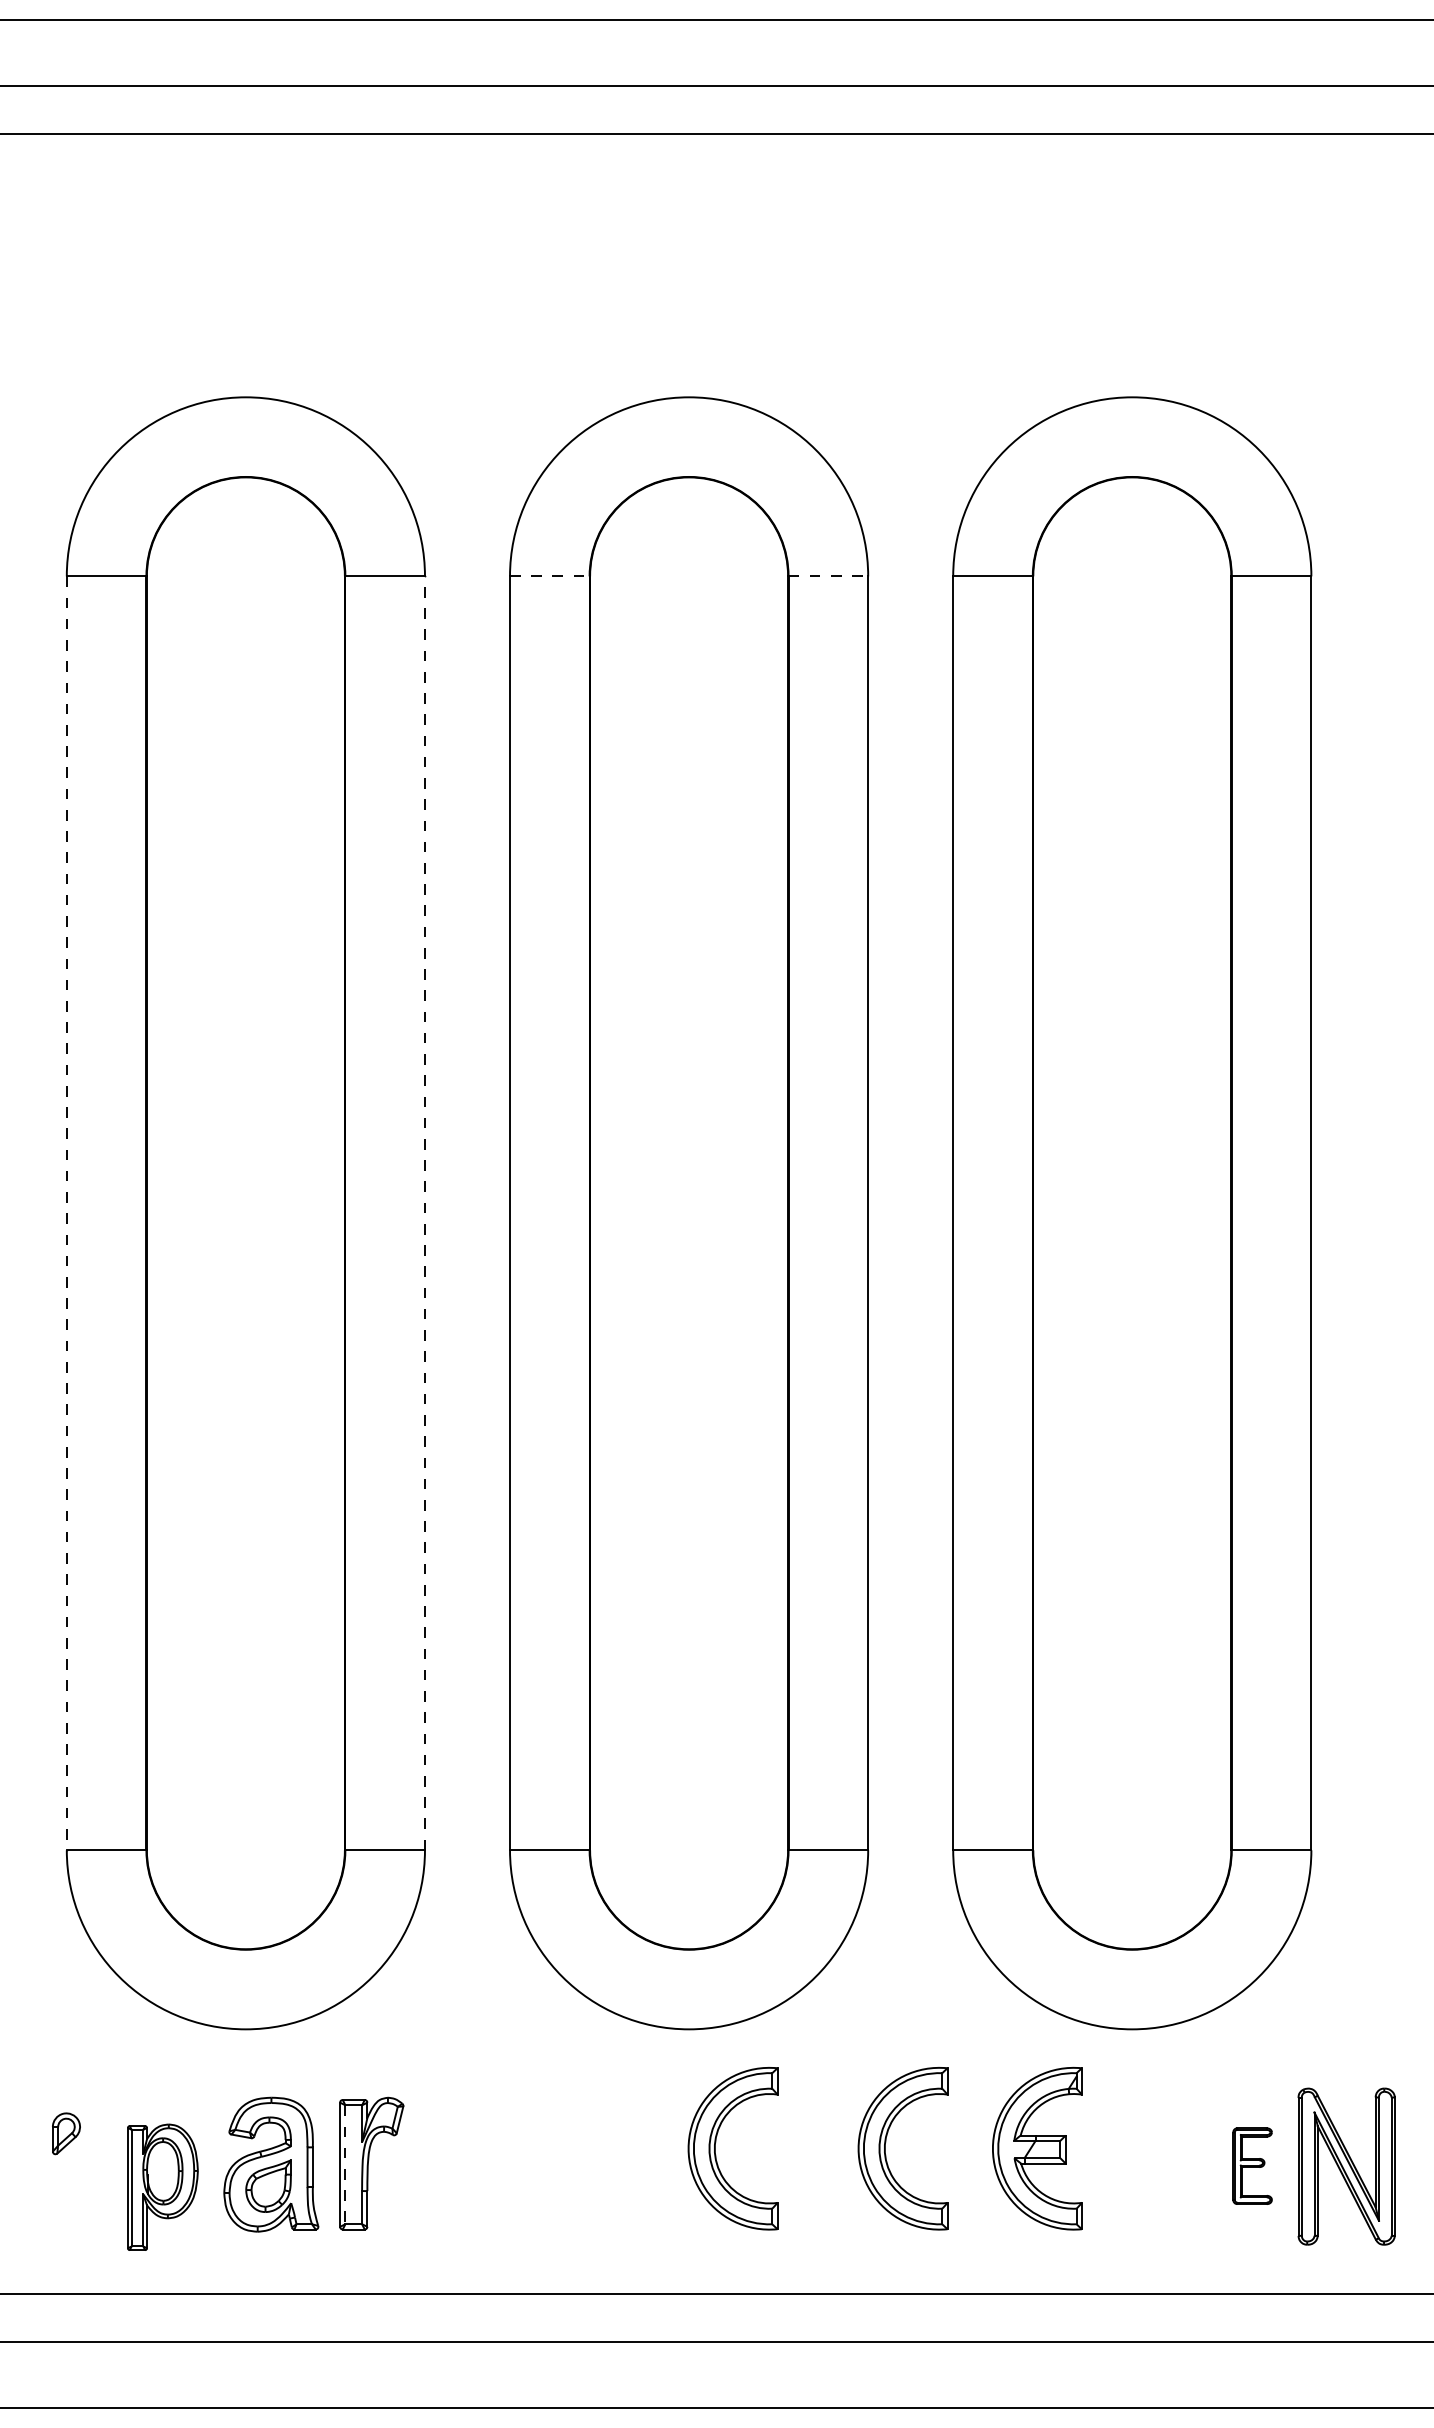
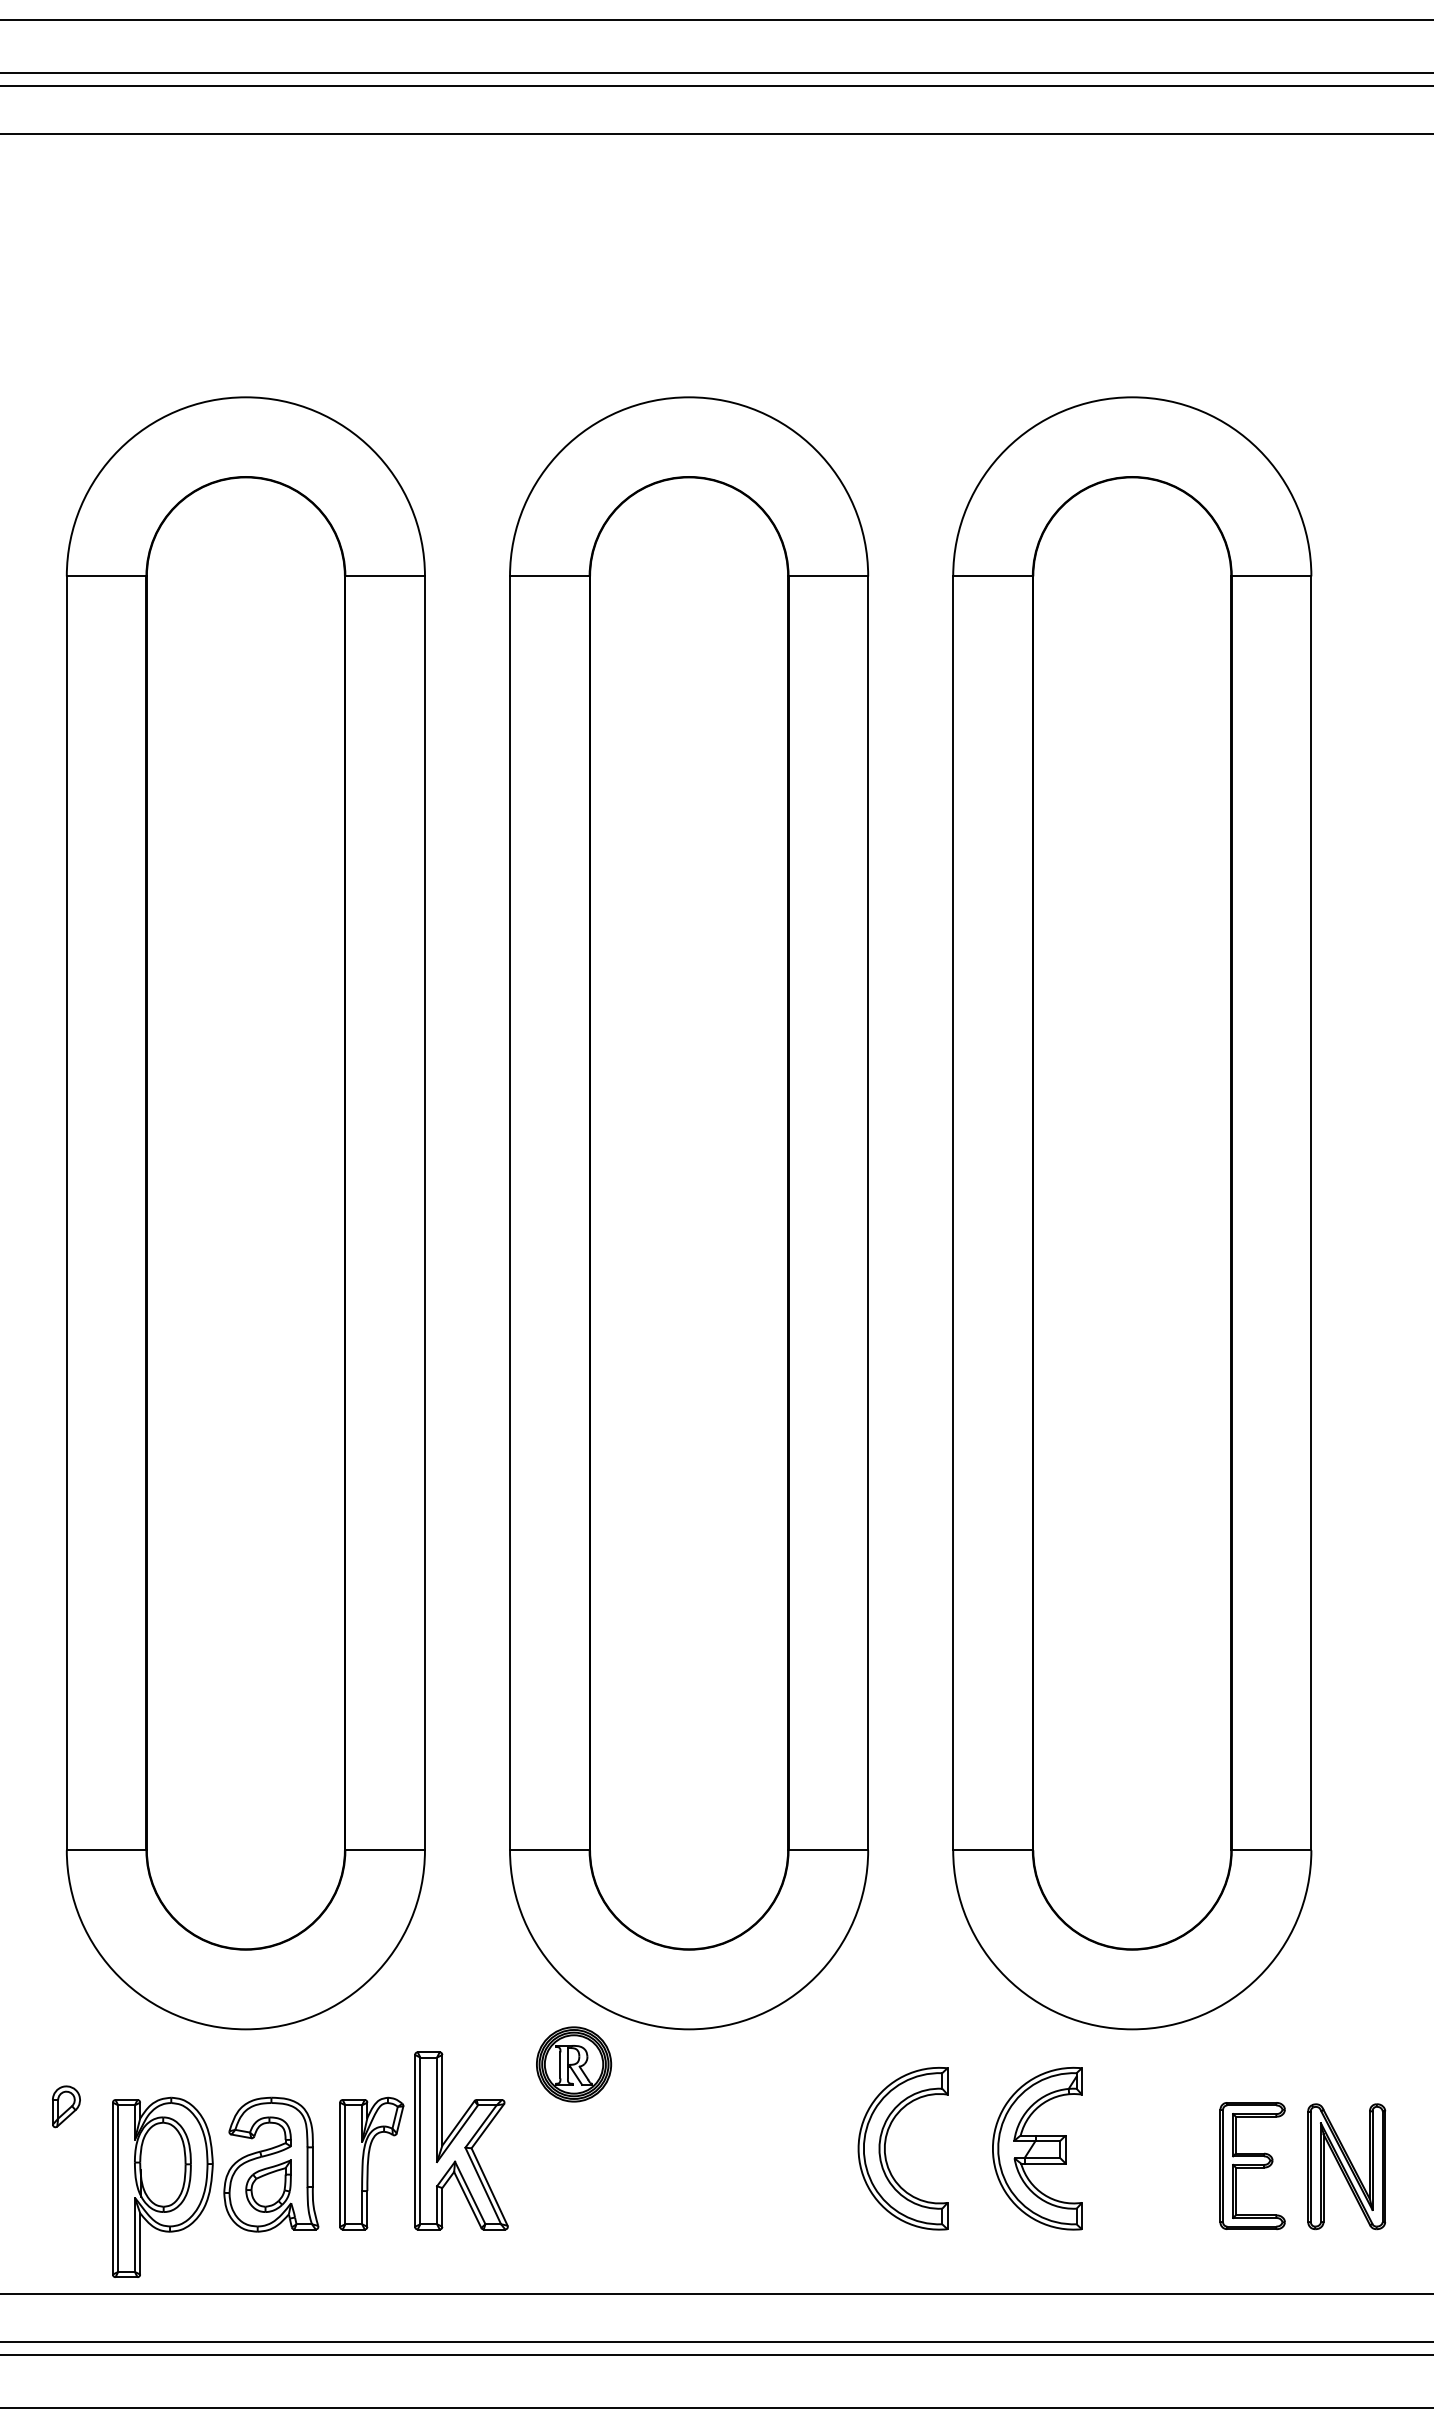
line at (716, 72): none -> present
line at (549, 576): dashed -> solid
line at (828, 576): dashed -> solid
line at (66, 1213): dashed -> solid
line at (424, 1213): dashed -> solid
part at (574, 2064): none -> present
part at (66, 2133) position: (66, 2133) -> (66, 2106)
part at (461, 2140): none -> present
part at (715, 2148): present -> none
line at (345, 2165): dashed -> solid
part at (1252, 2165) size: 41x78 px -> 67x129 px
part at (1346, 2166) size: 99x159 px -> 80x128 px
part at (162, 2186) size: 72x128 px -> 102x182 px
line at (716, 2355): none -> present
